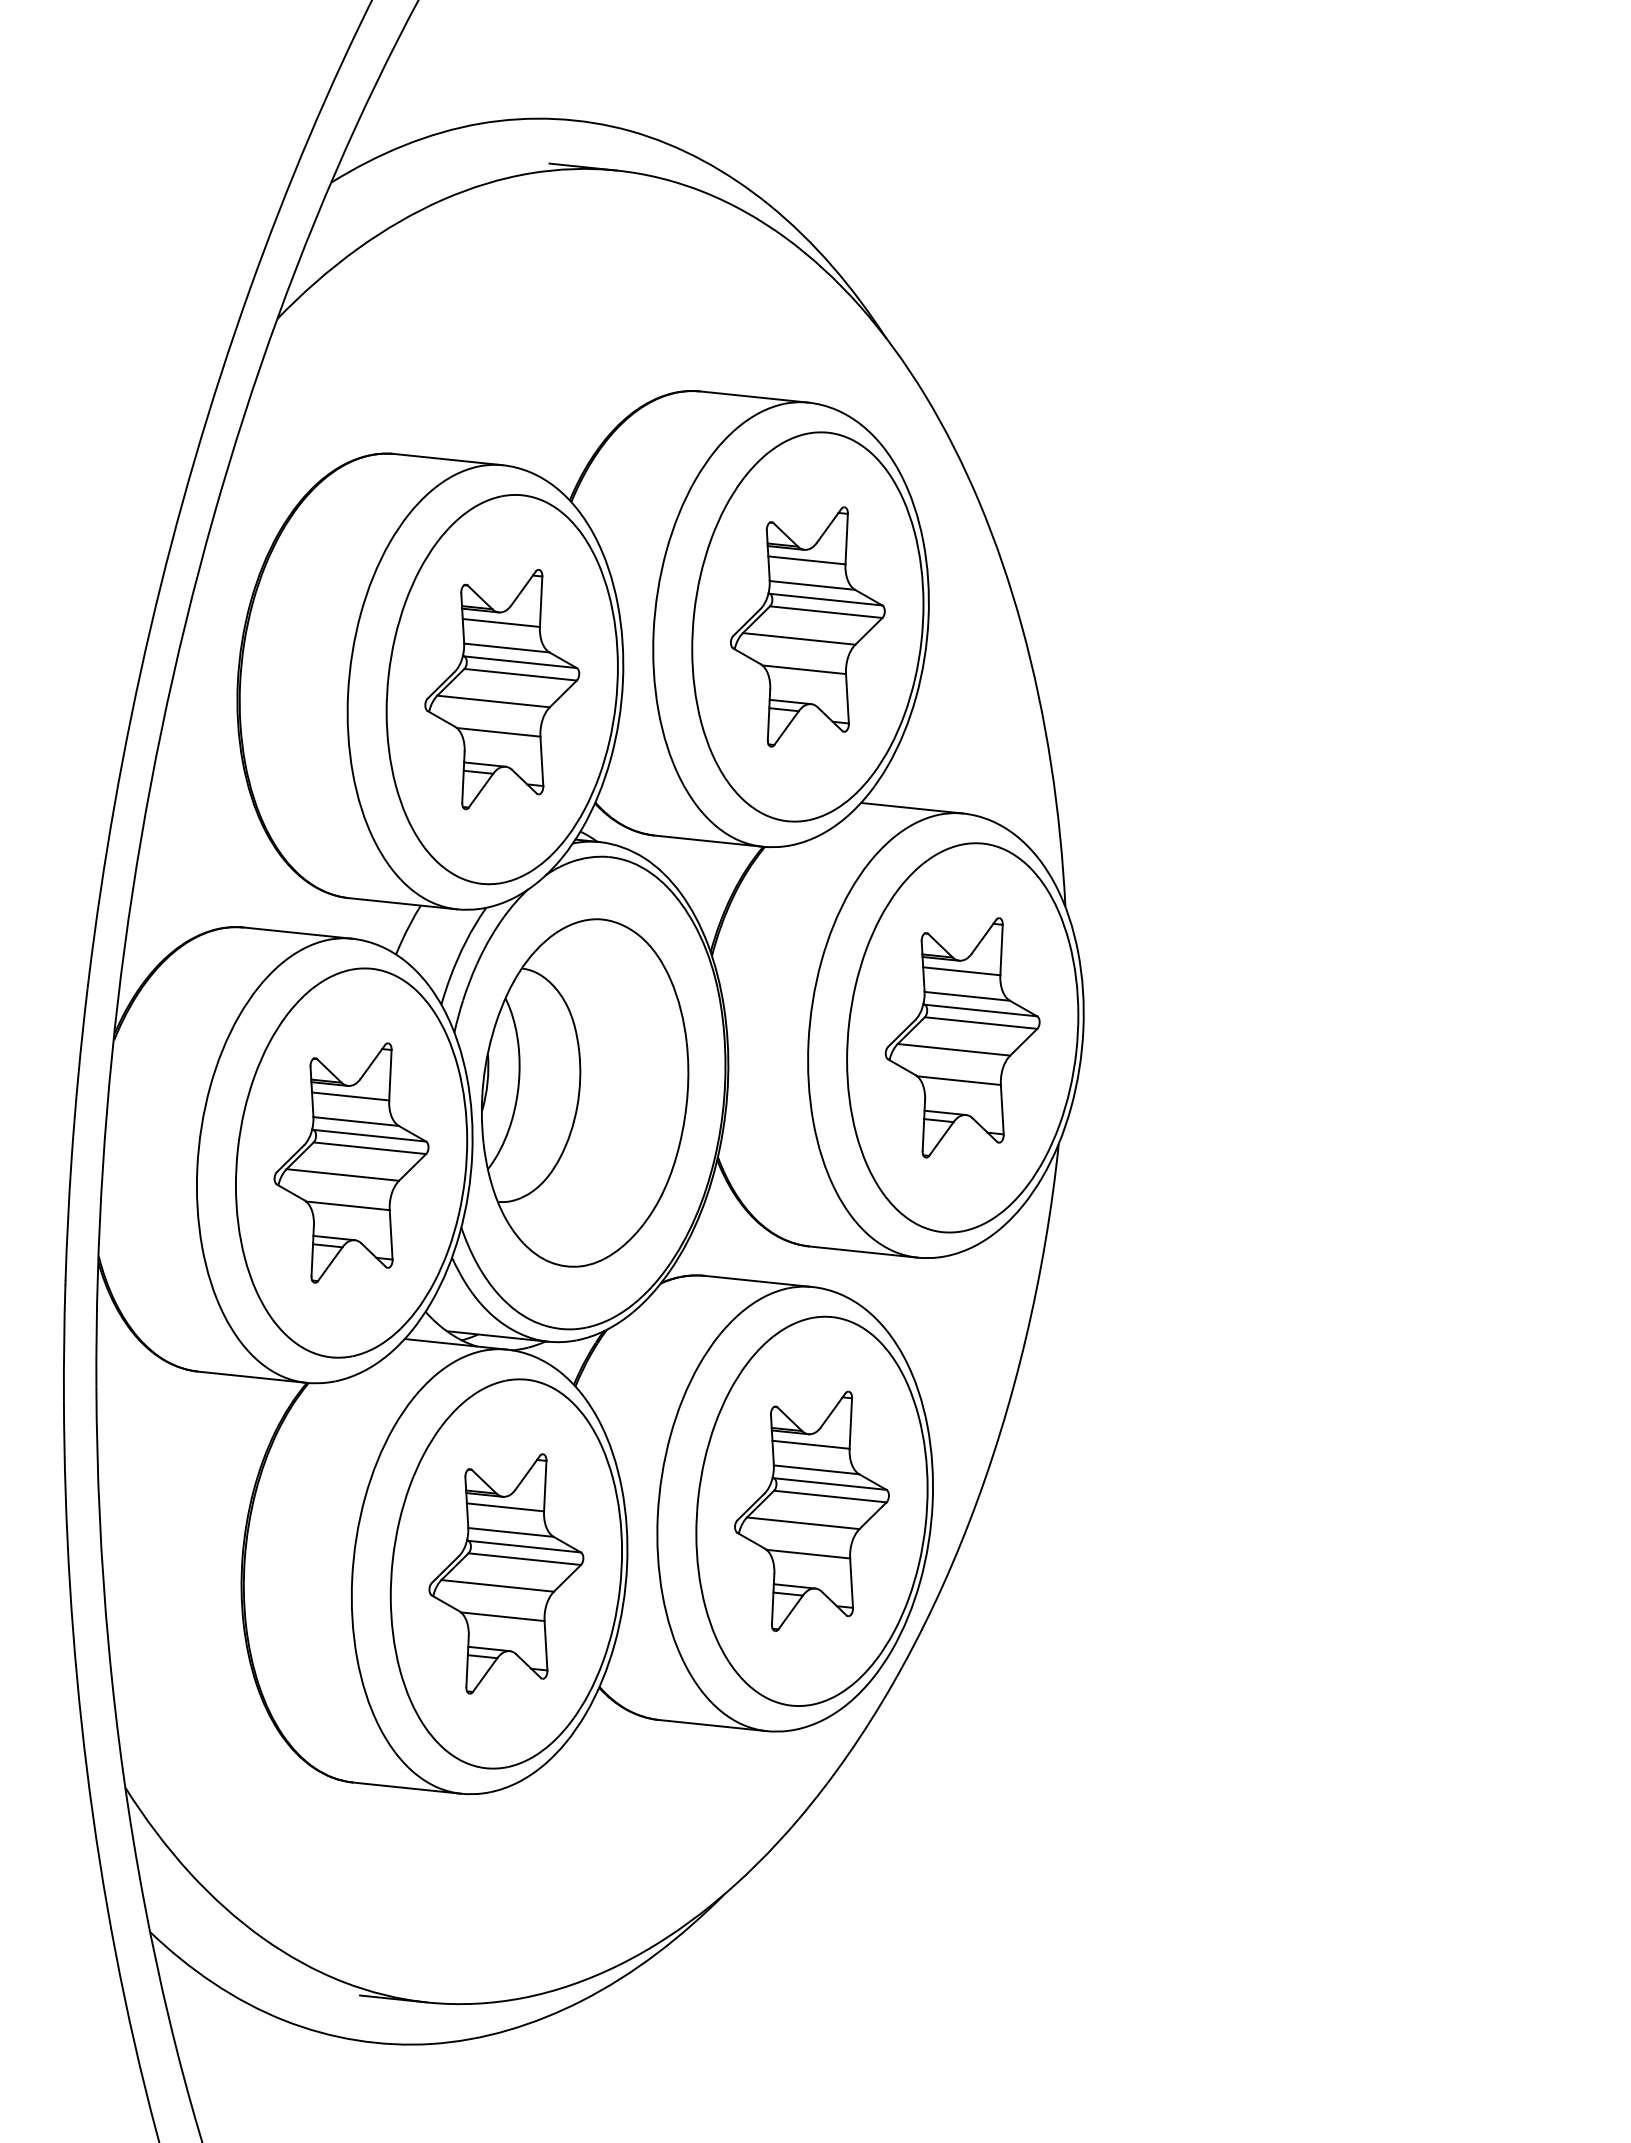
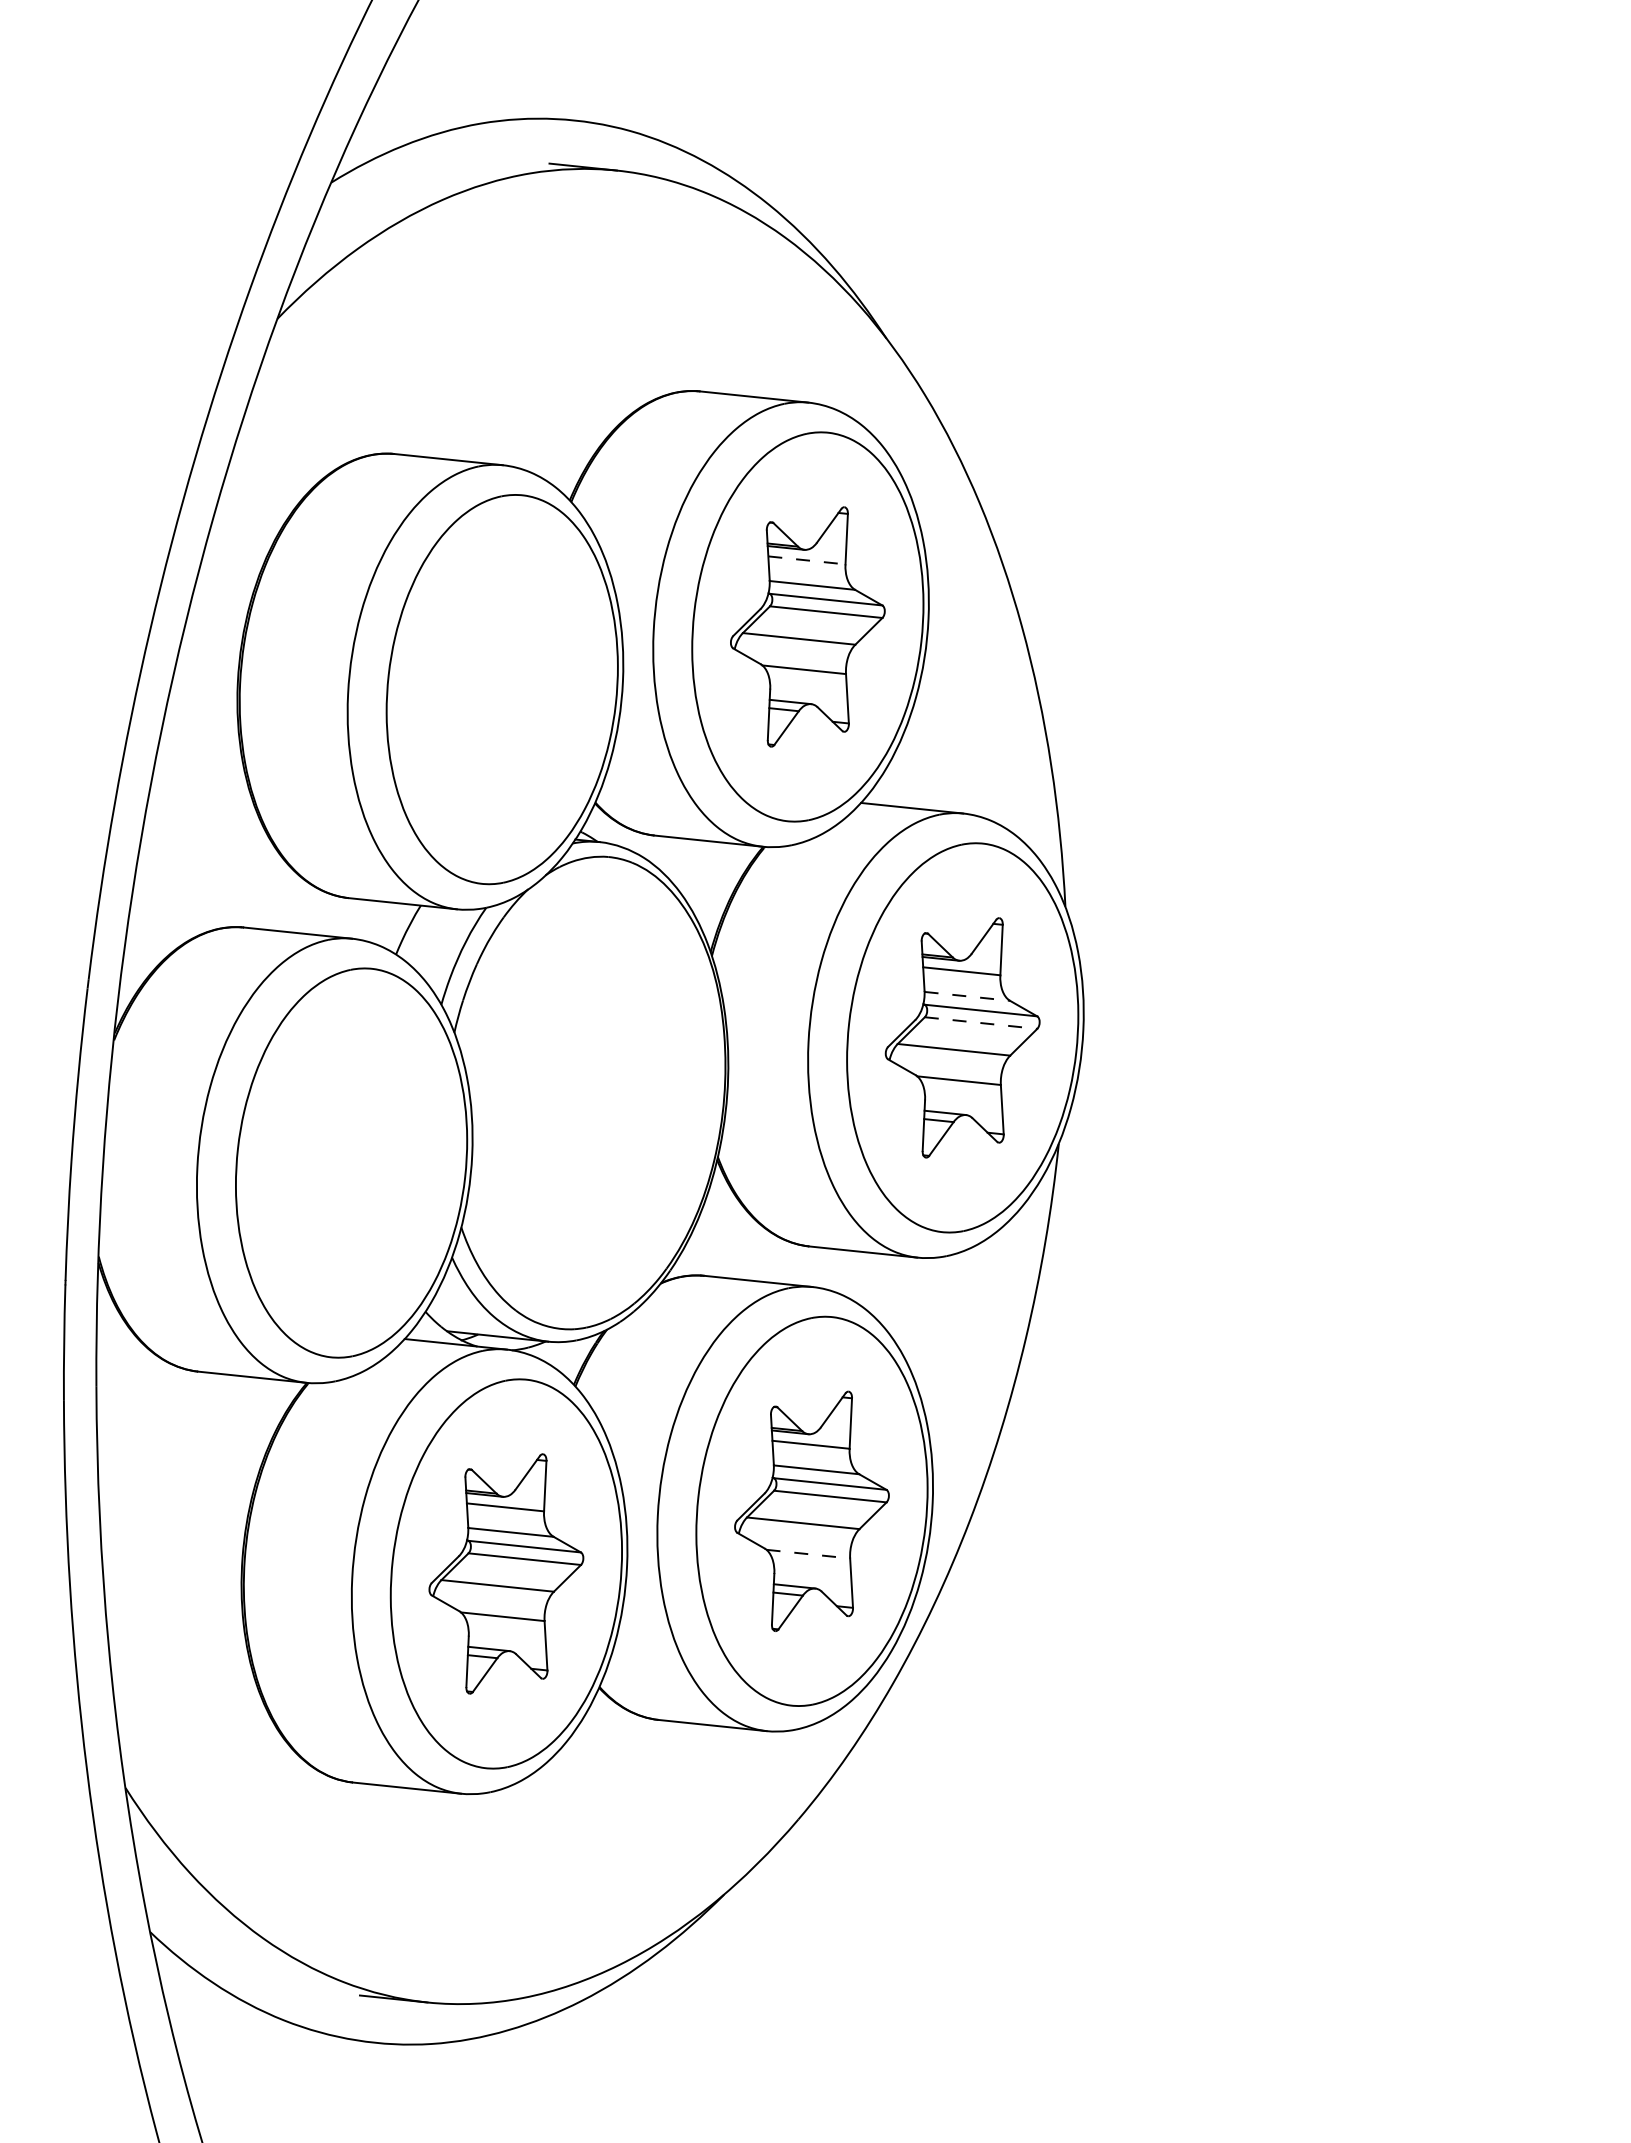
line at (806, 560): solid -> dashed
part at (502, 689): present -> none
line at (967, 996): solid -> dashed
line at (981, 1023): solid -> dashed
part at (585, 1092): present -> none
part at (351, 1162): present -> none
line at (808, 1554): solid -> dashed
